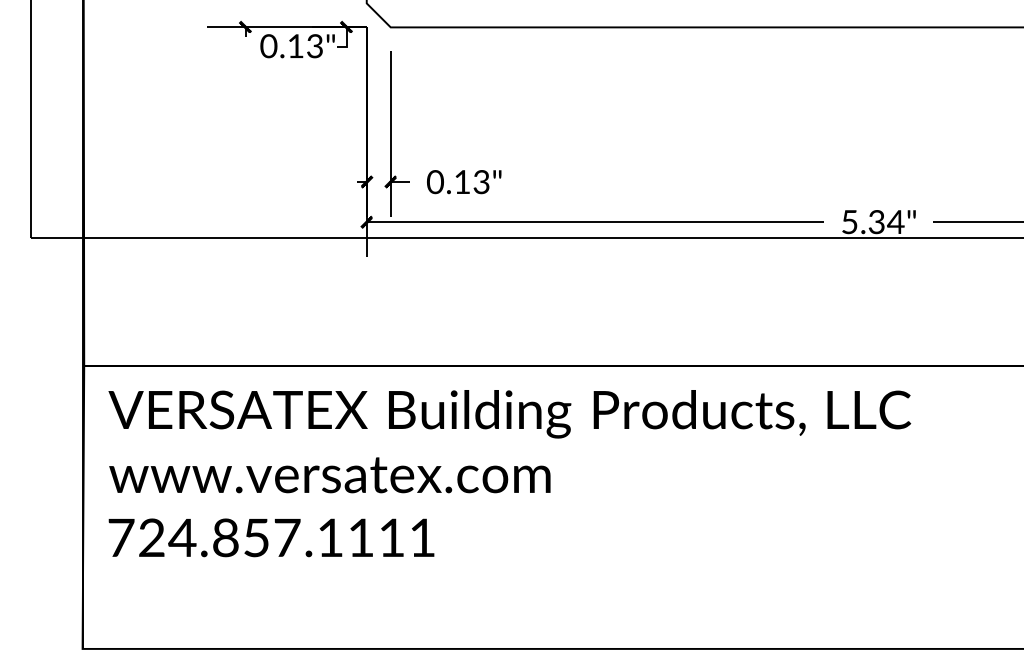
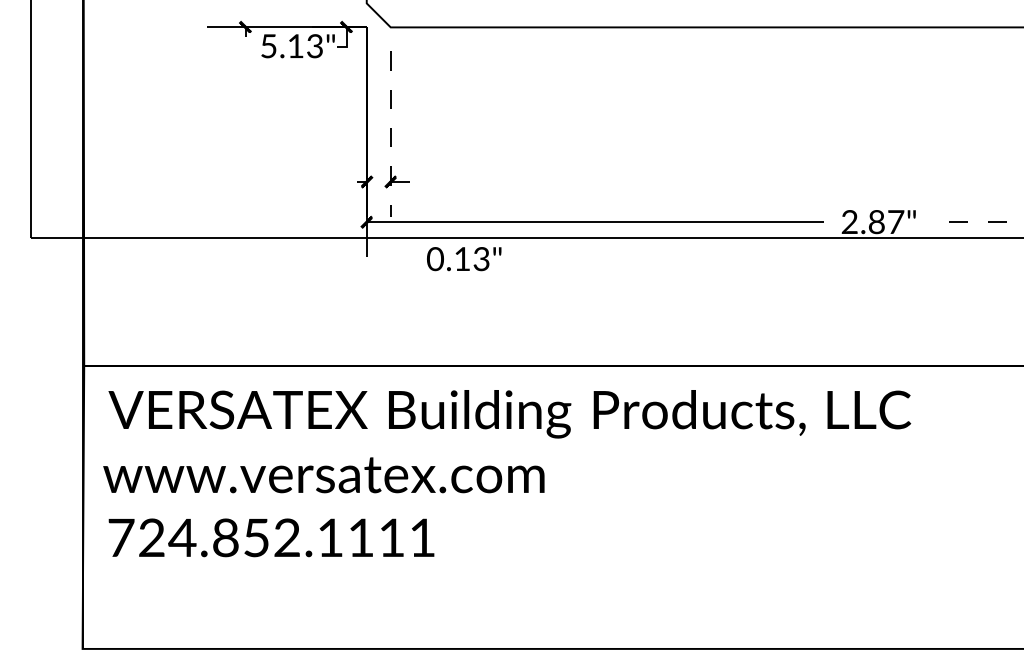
text at (268, 46): 0.13" -> 5.13"
line at (390, 134): solid -> dashed
text at (464, 182) position: (464, 182) -> (464, 259)
text at (872, 222): 5.34" -> 2.87"
line at (977, 222): solid -> dashed
text at (329, 475) position: (329, 475) -> (323, 475)
text at (287, 537): 724.857.1111 -> 724.852.1111
